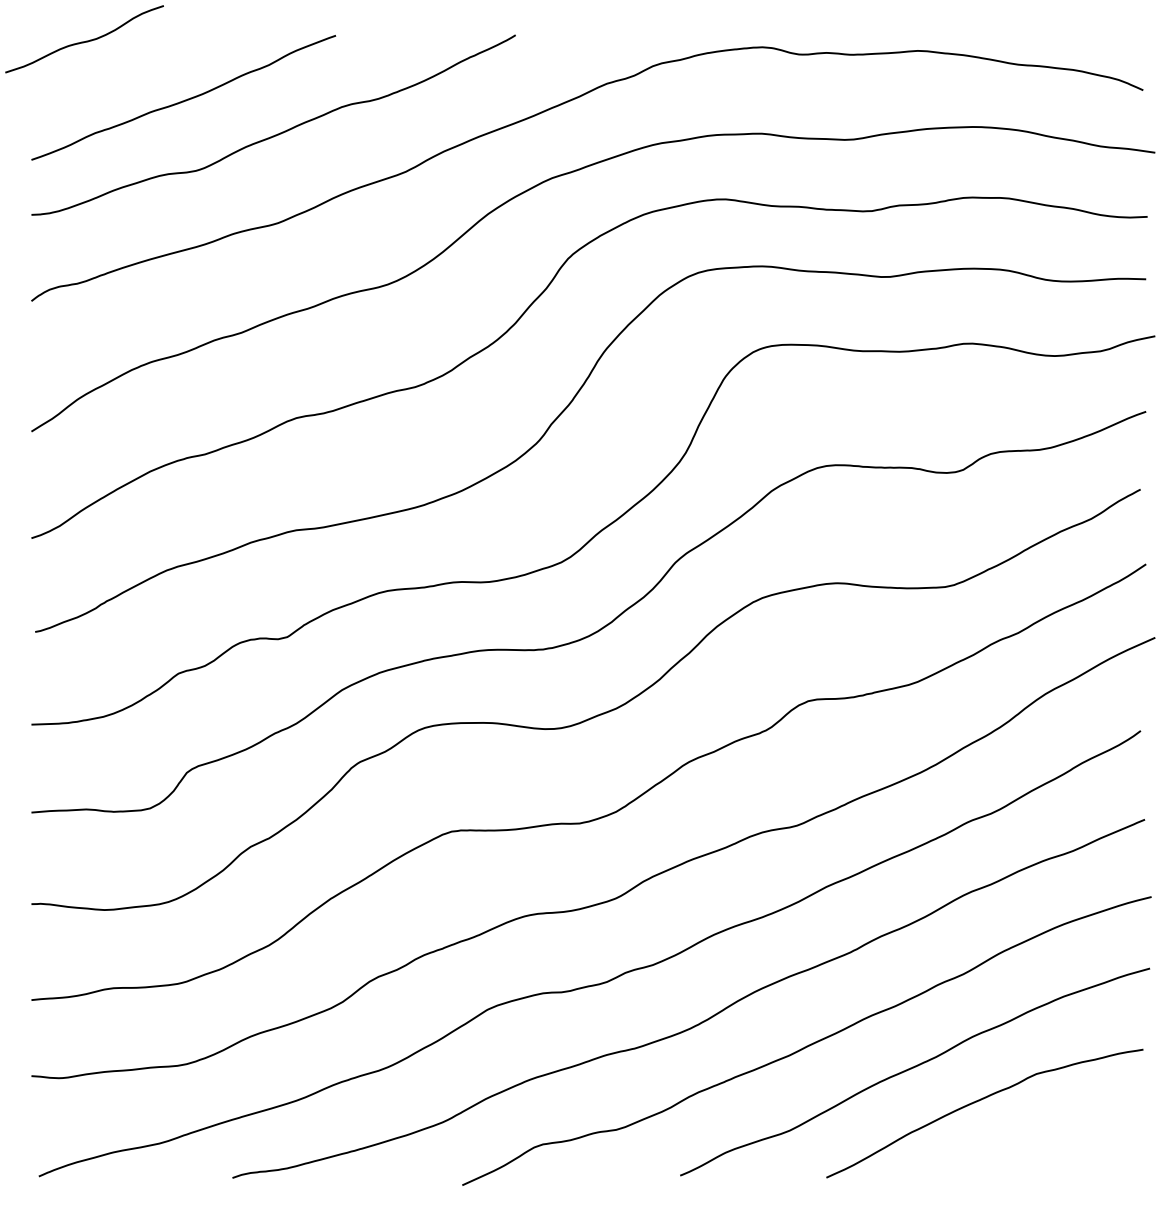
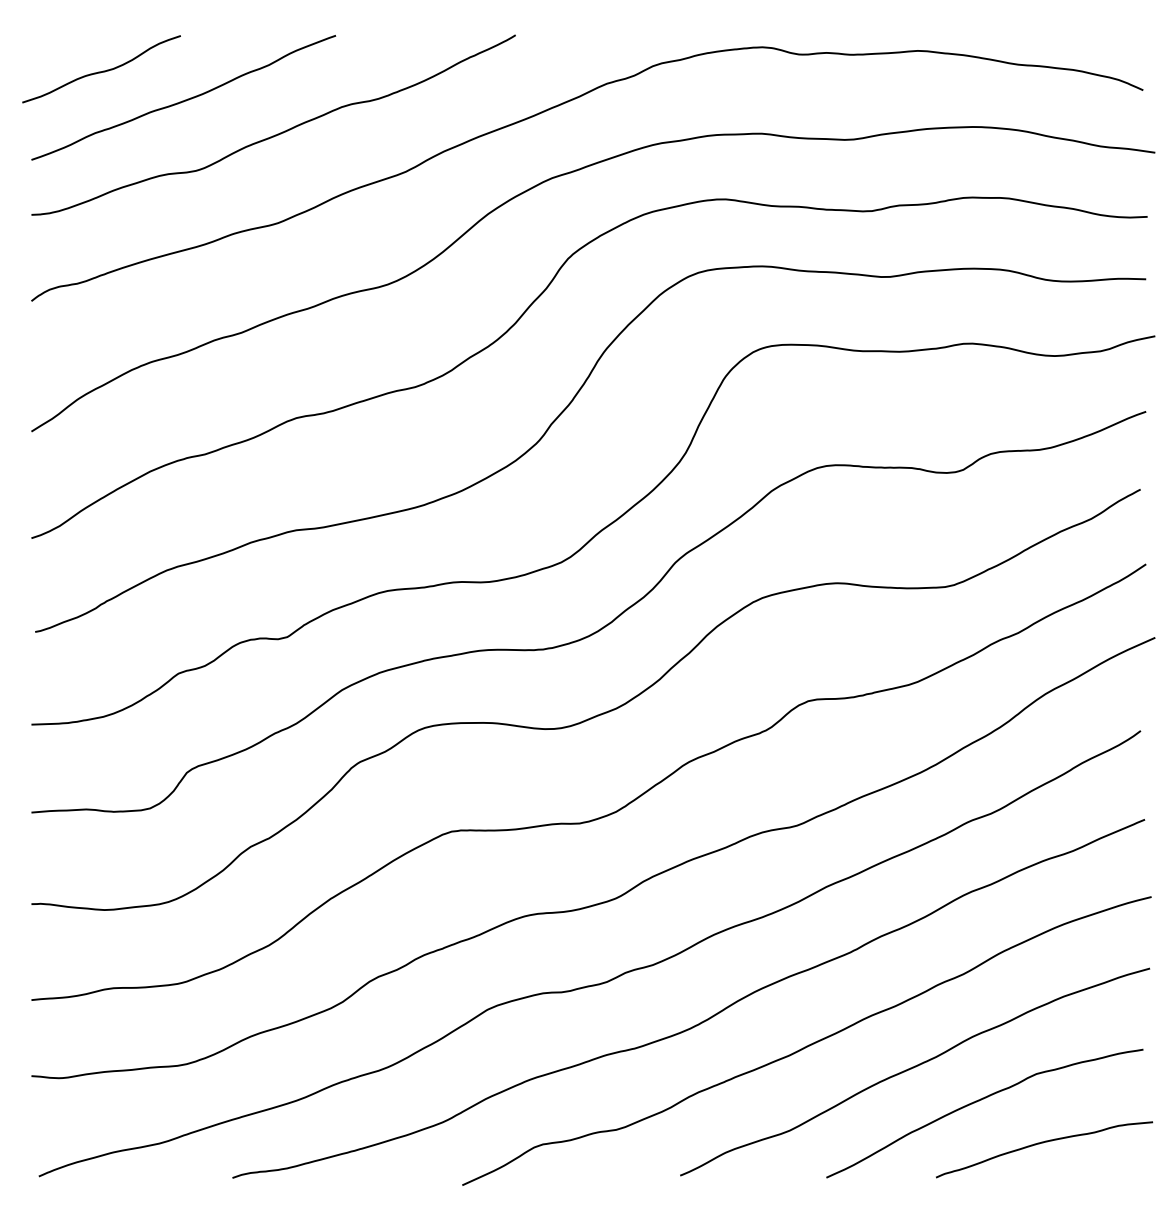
curve at (84, 41) position: (84, 41) -> (101, 71)
curve at (1043, 1143): none -> present
